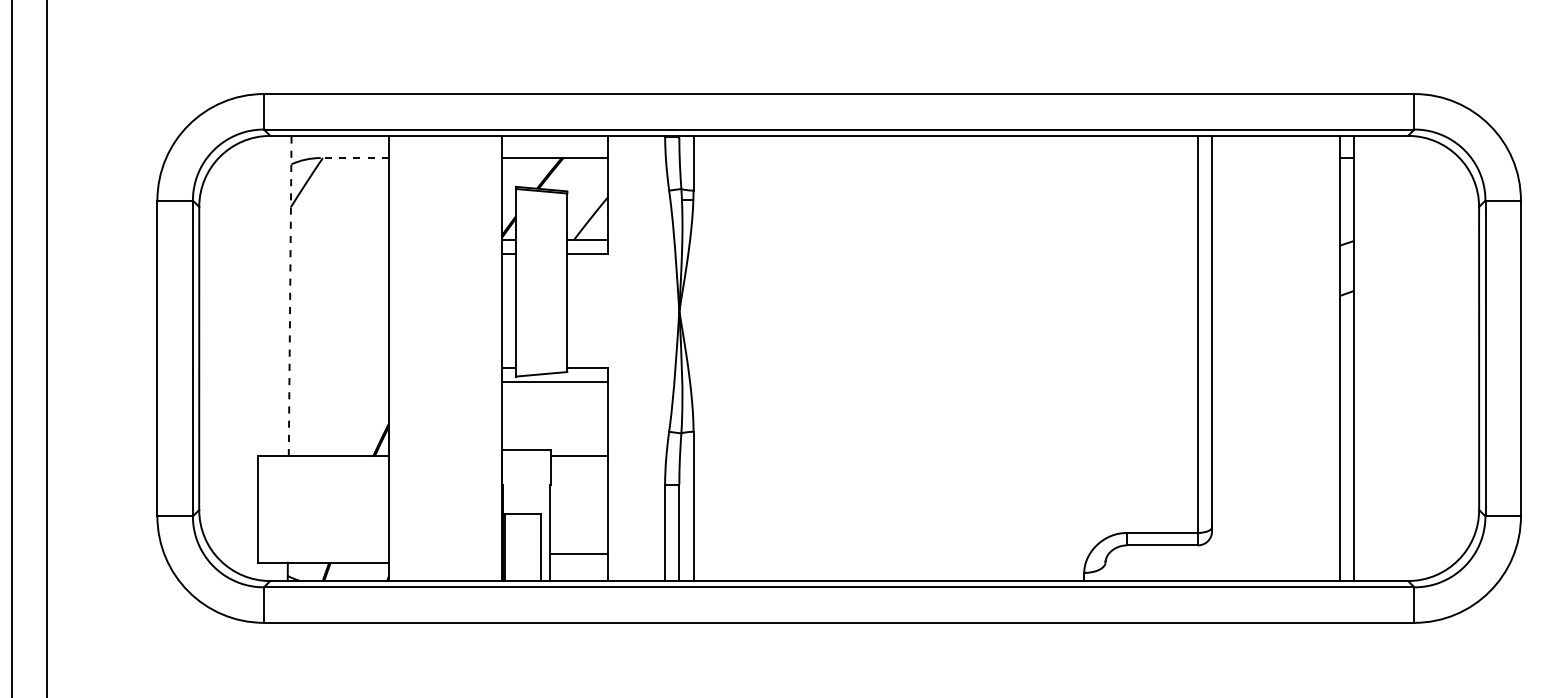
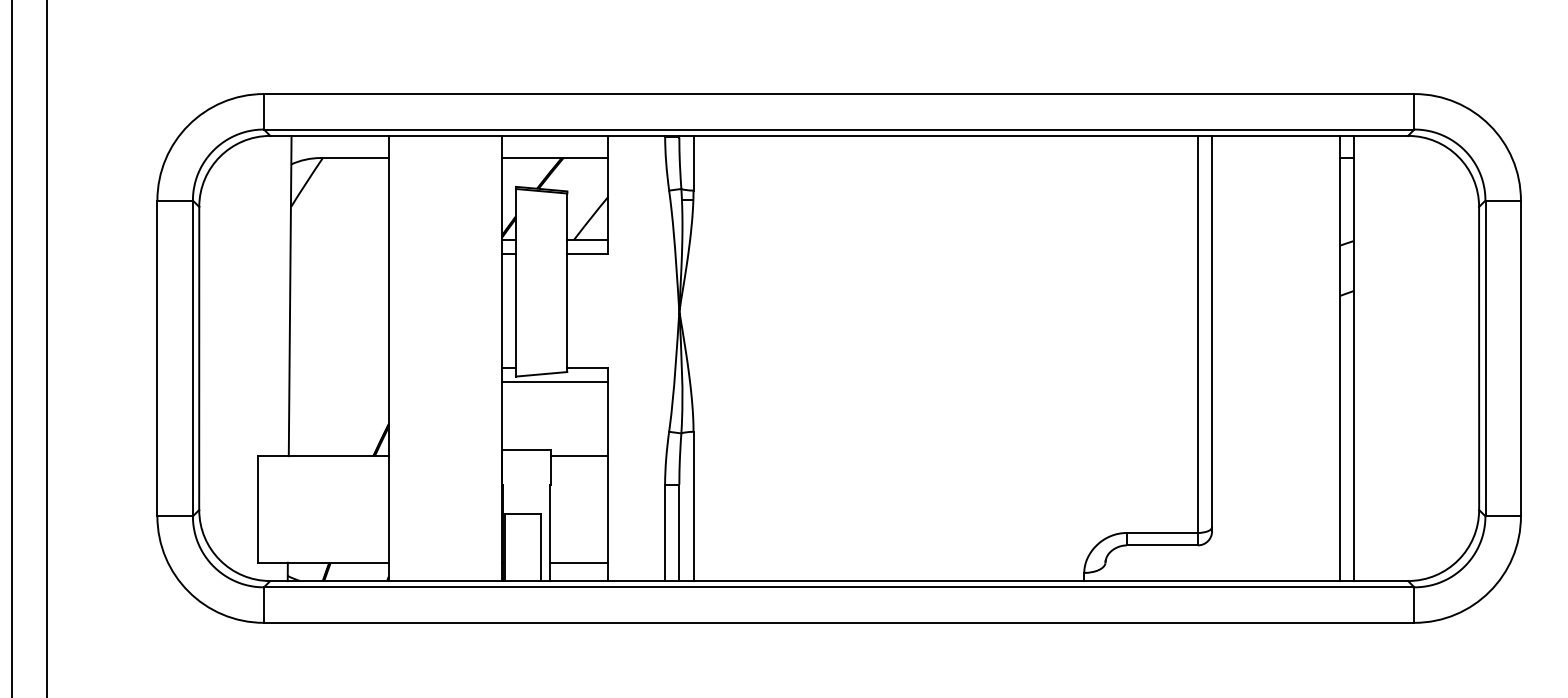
line at (354, 158): dashed -> solid
line at (290, 295): dashed -> solid
line at (579, 553) position: (579, 553) -> (579, 562)
